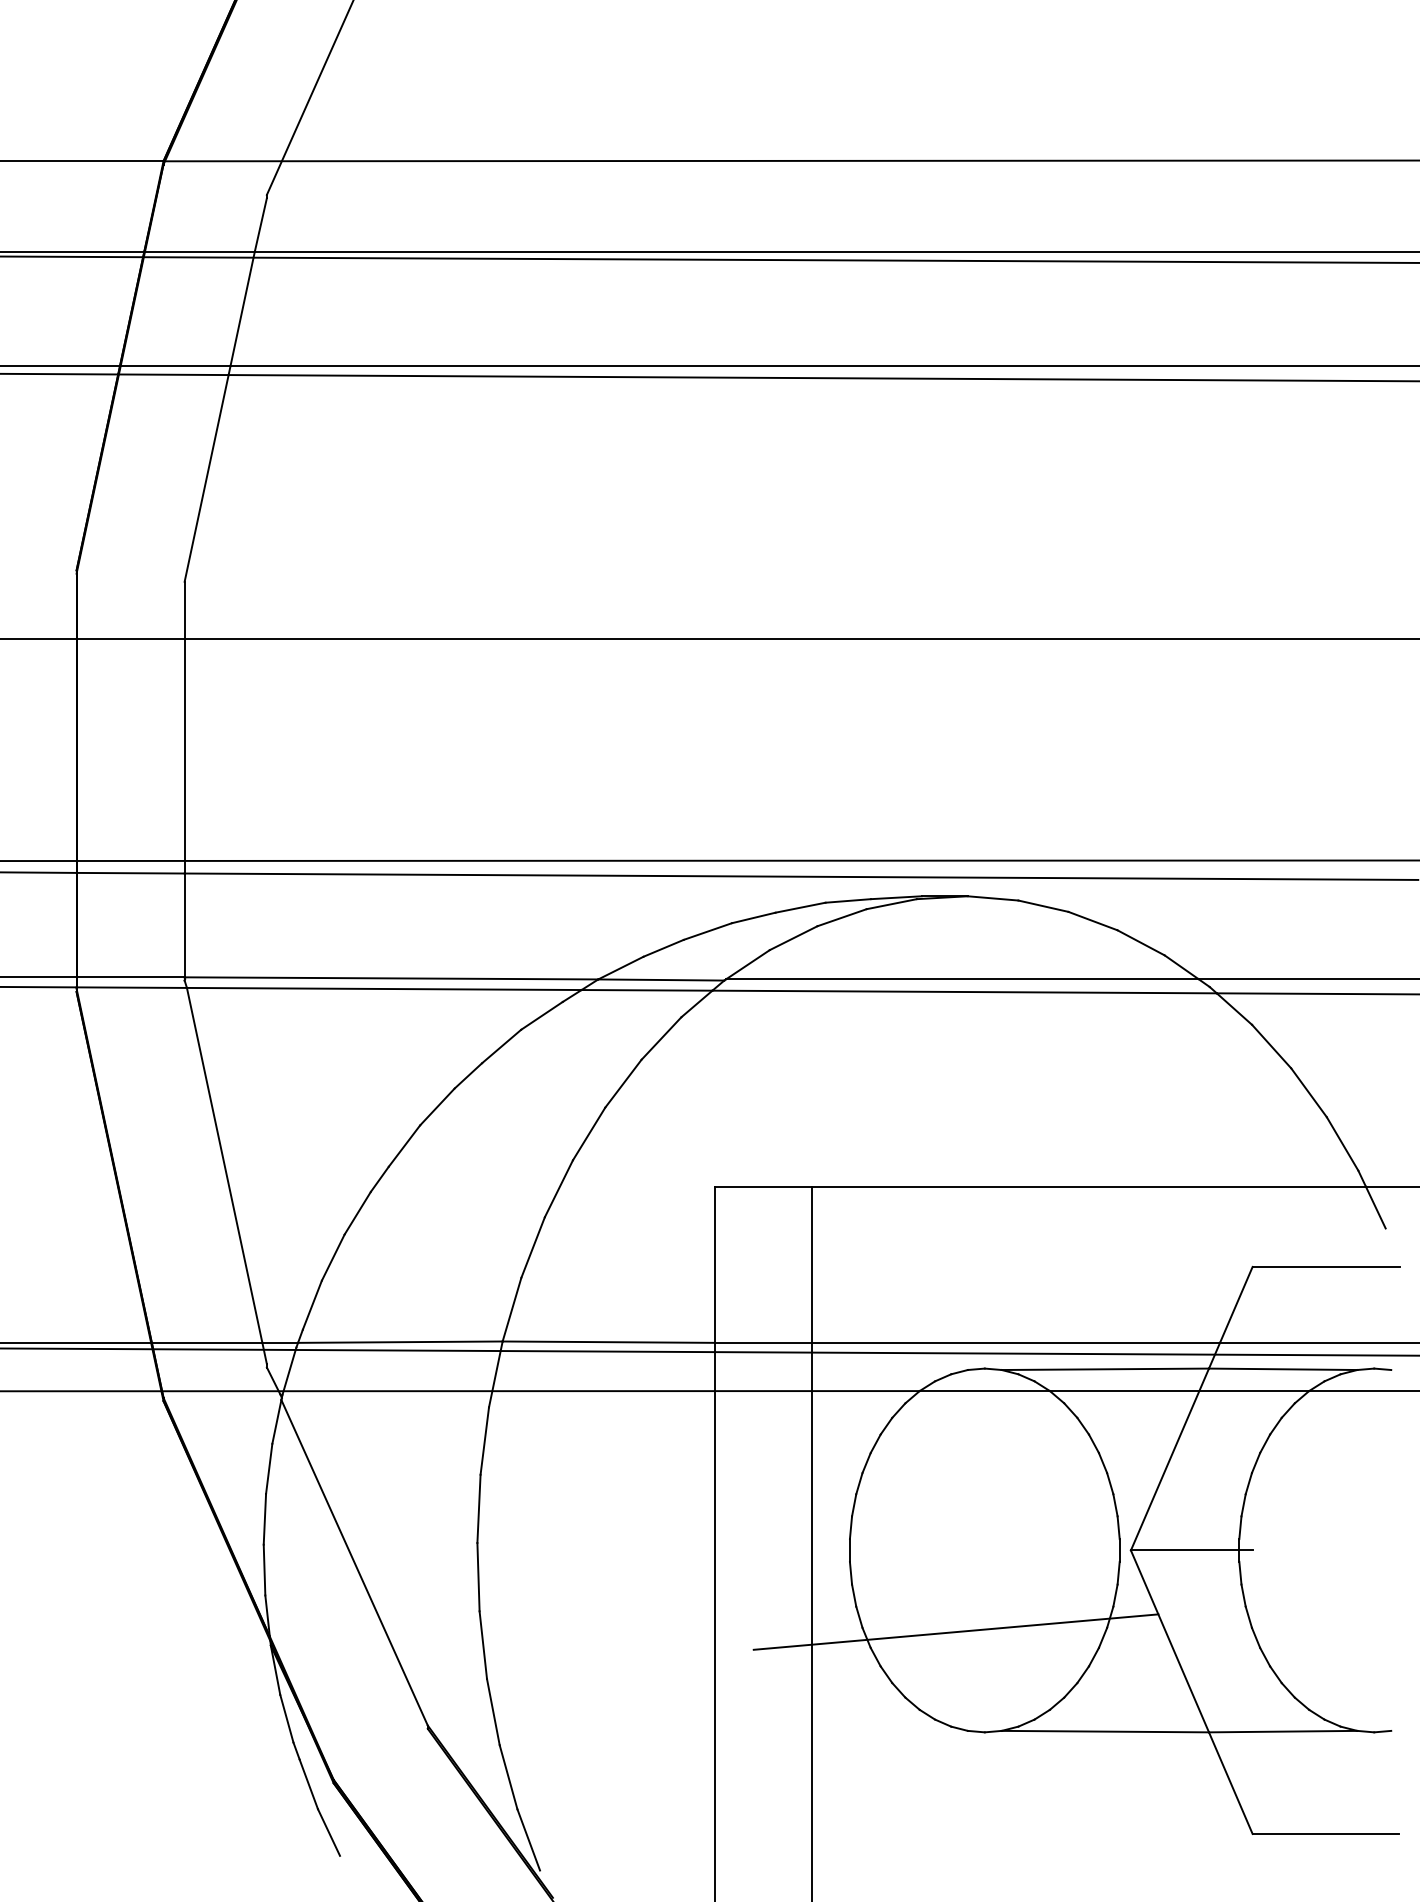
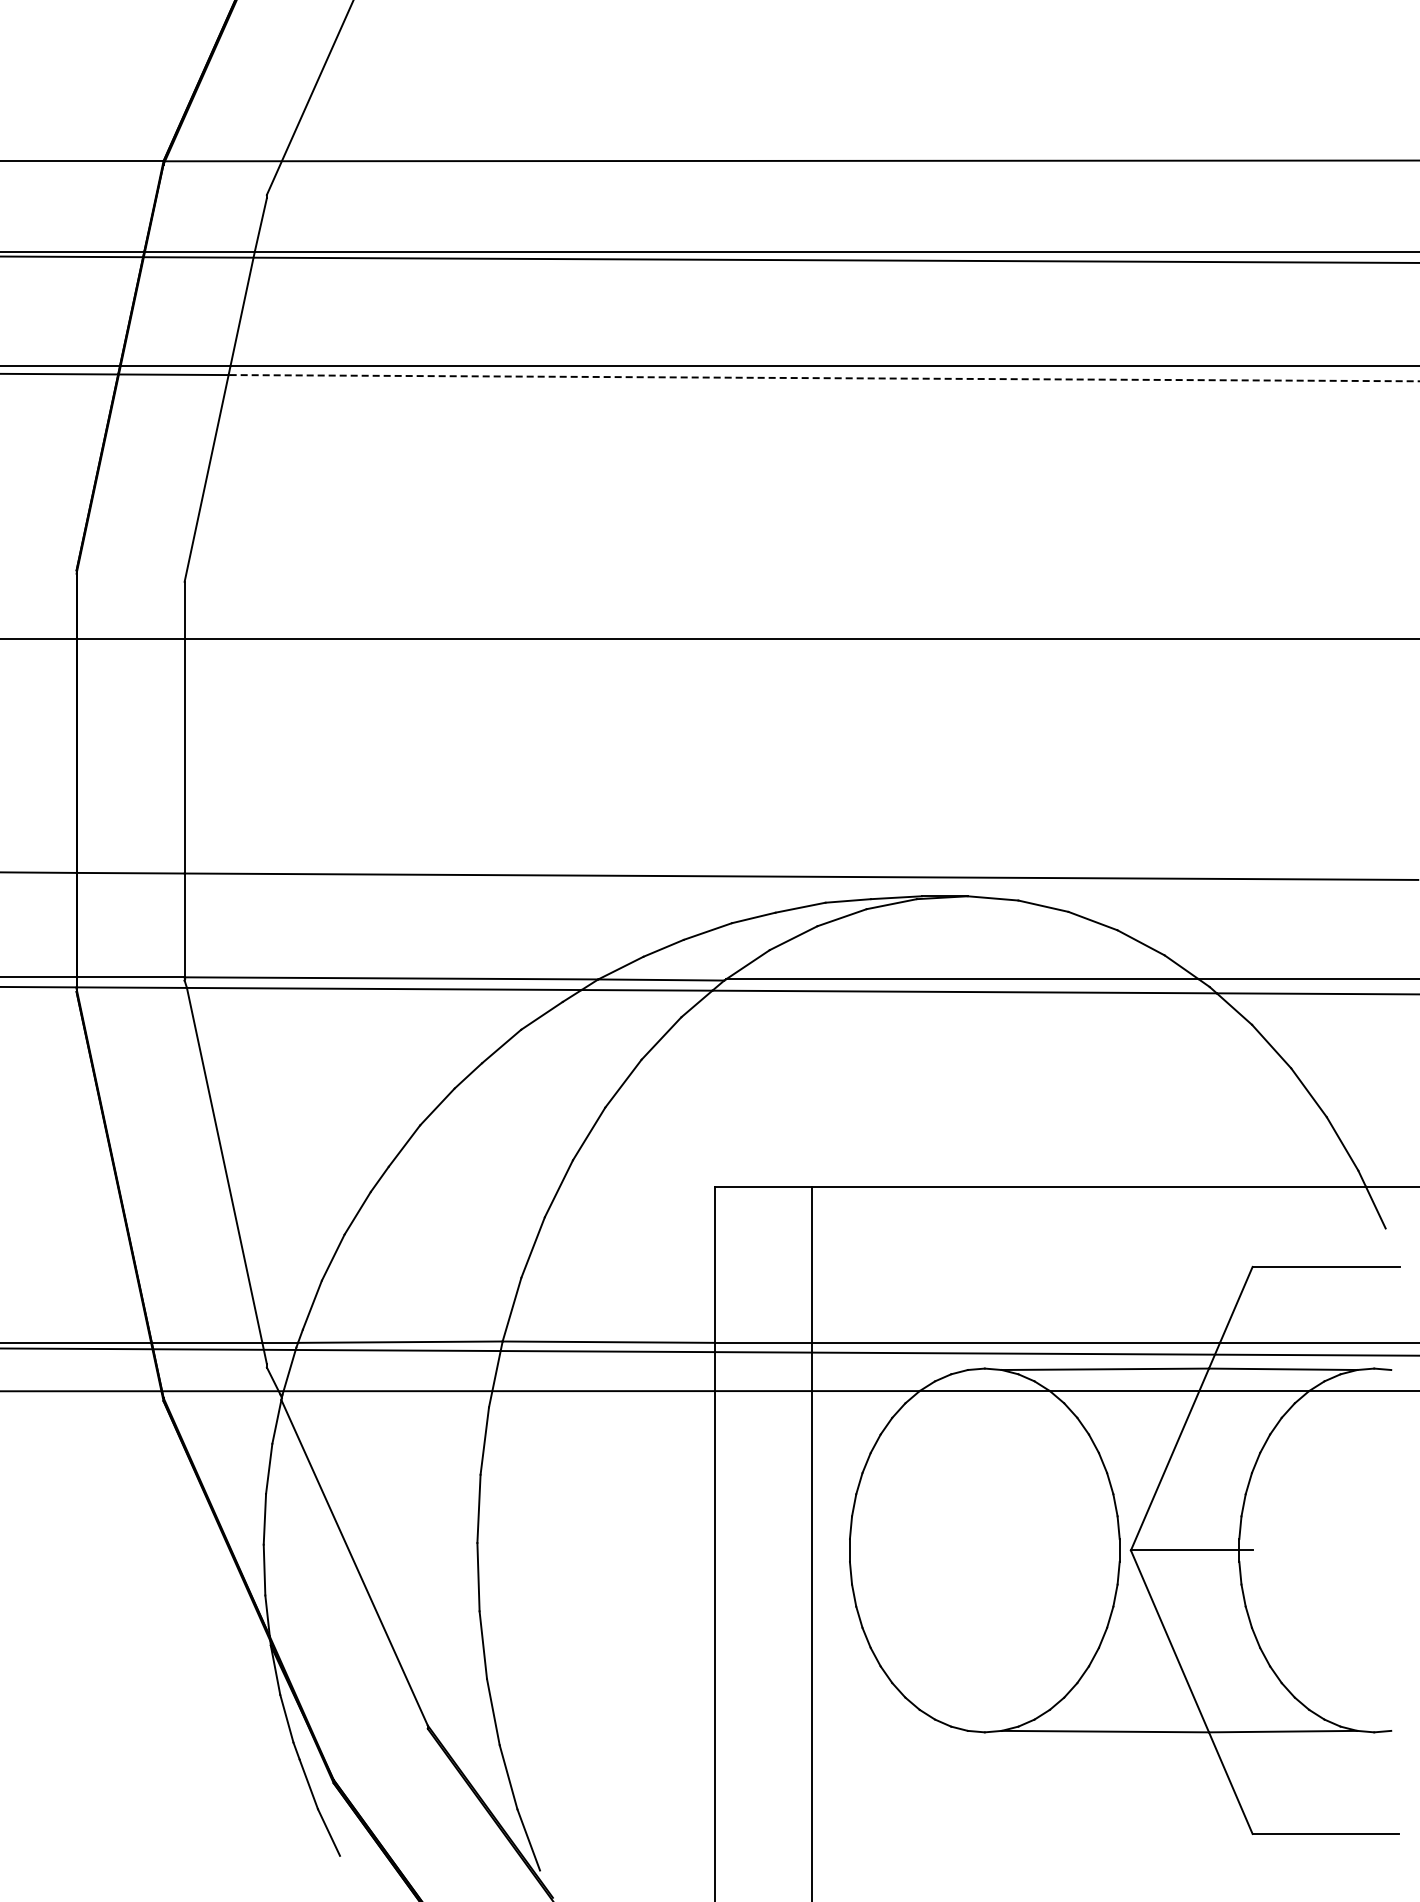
line at (824, 378): solid -> dashed
line at (709, 860): present -> none
line at (955, 1631): present -> none
